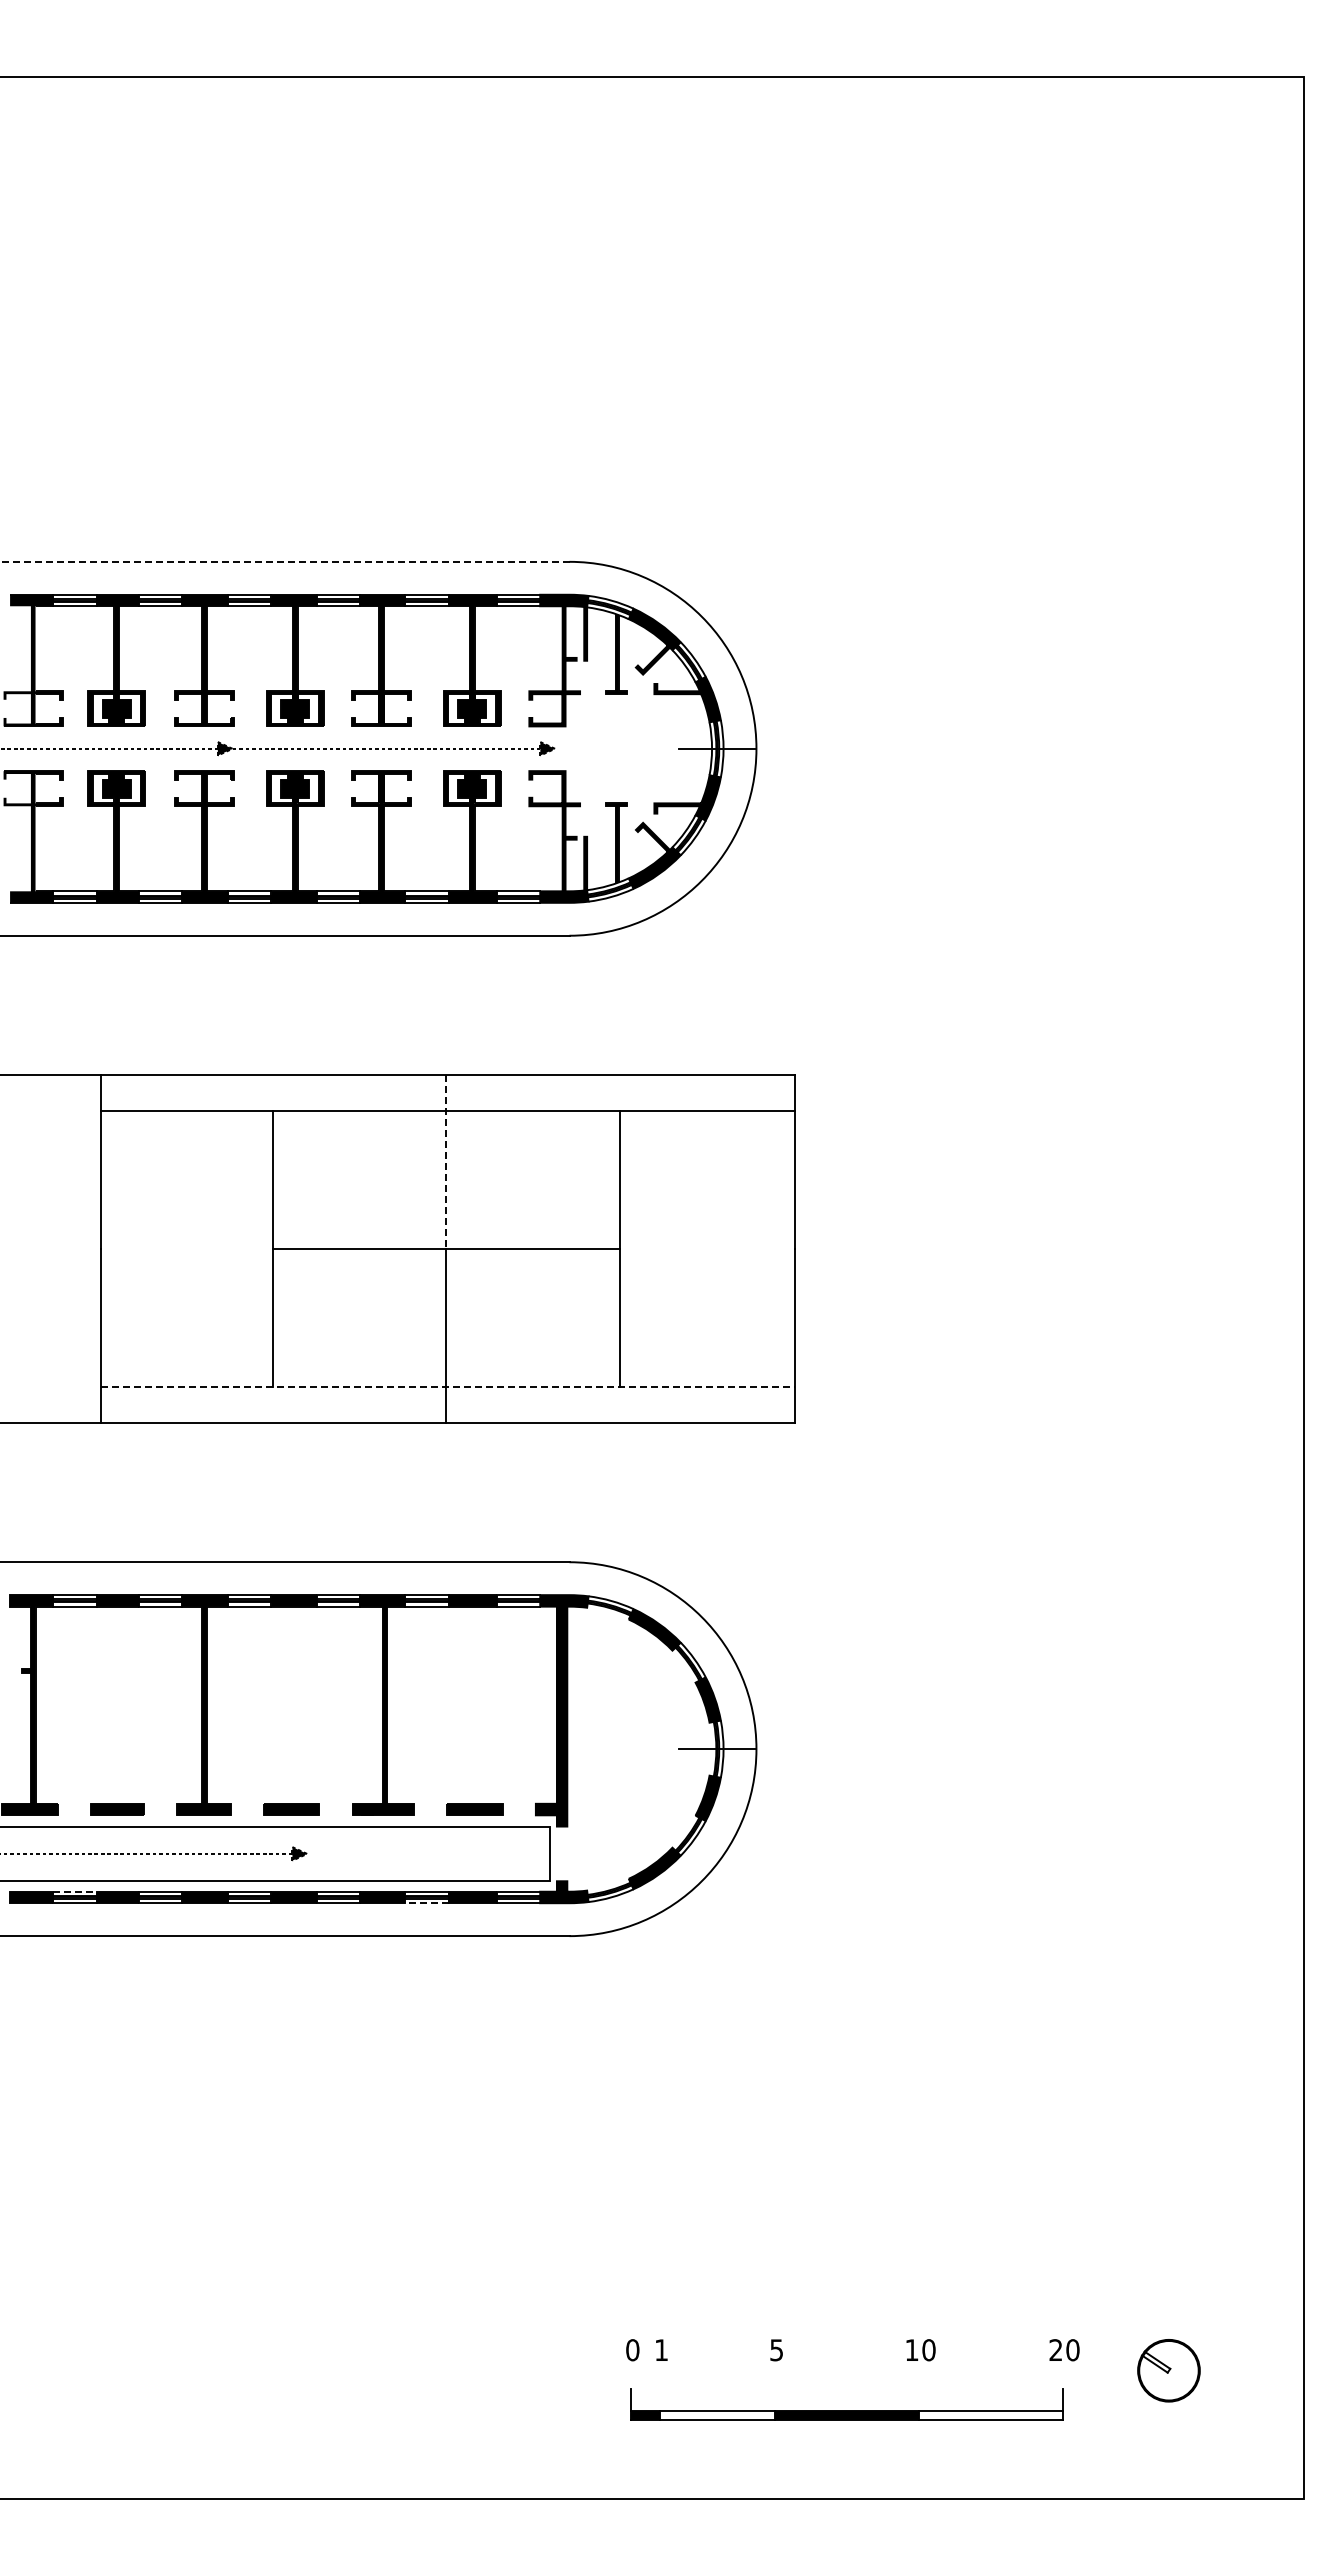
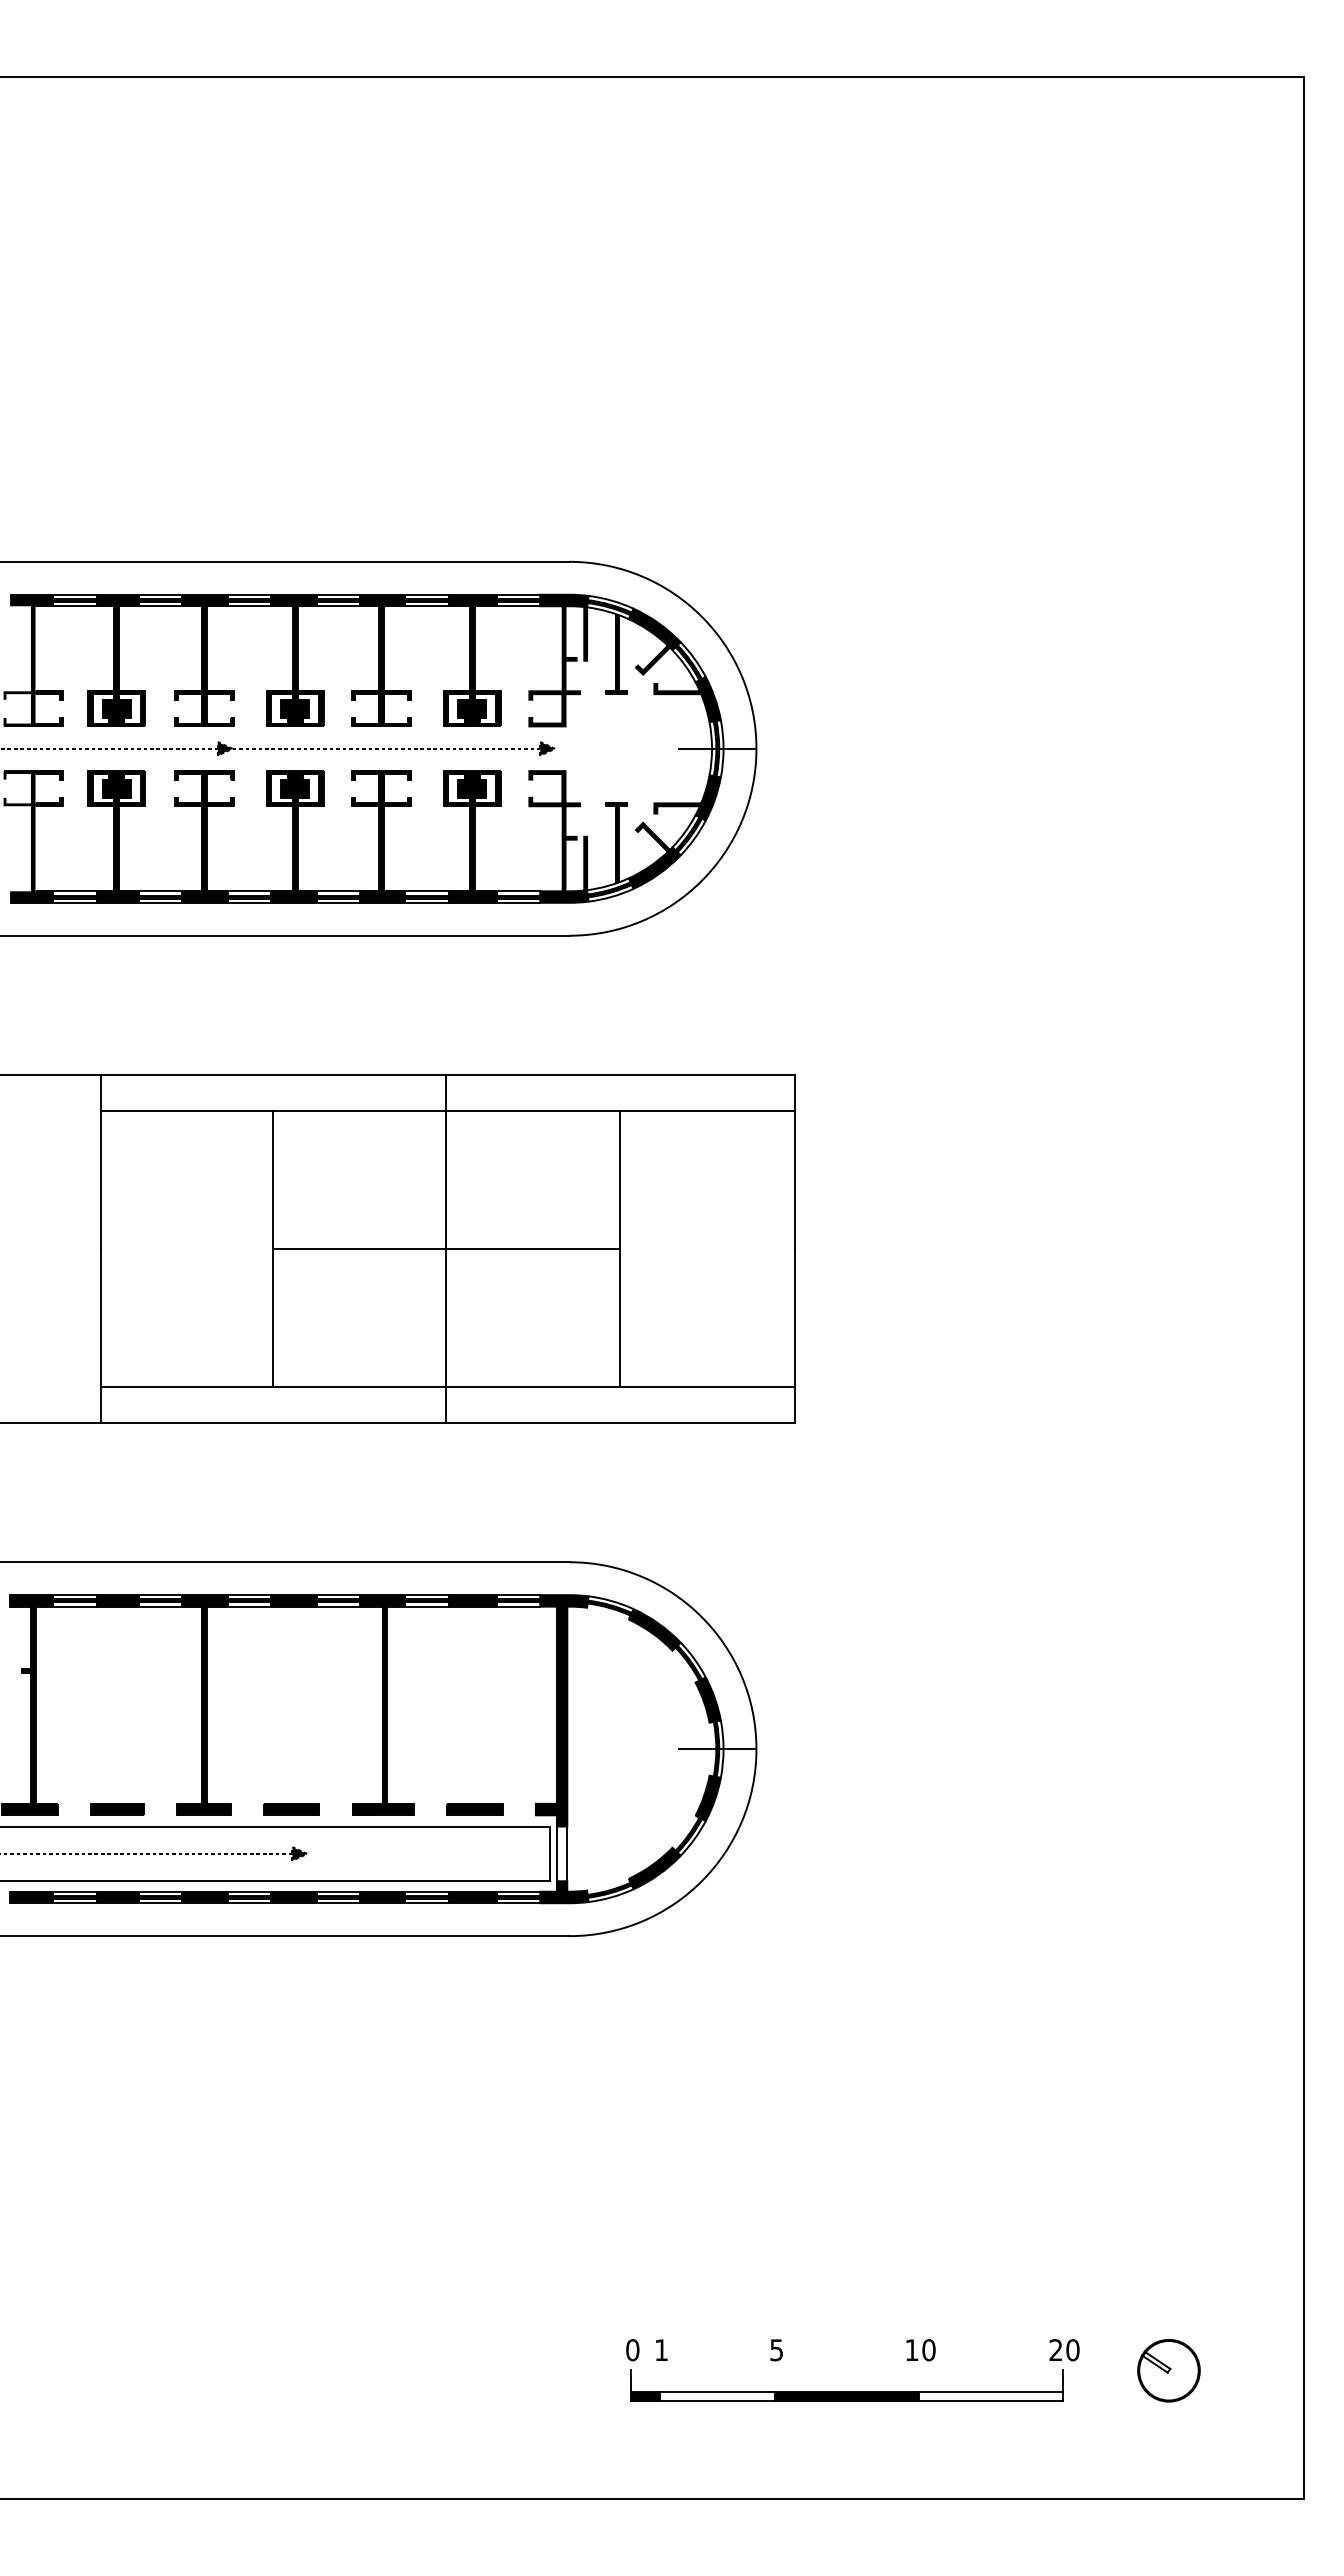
line at (284, 561): dashed -> solid
line at (446, 1162): dashed -> solid
line at (447, 1387): dashed -> solid
line at (556, 1853): none -> present
line at (567, 1853): none -> present
line at (74, 1891): dashed -> solid
line at (426, 1903): dashed -> solid
part at (846, 2404) position: (846, 2404) -> (846, 2385)
